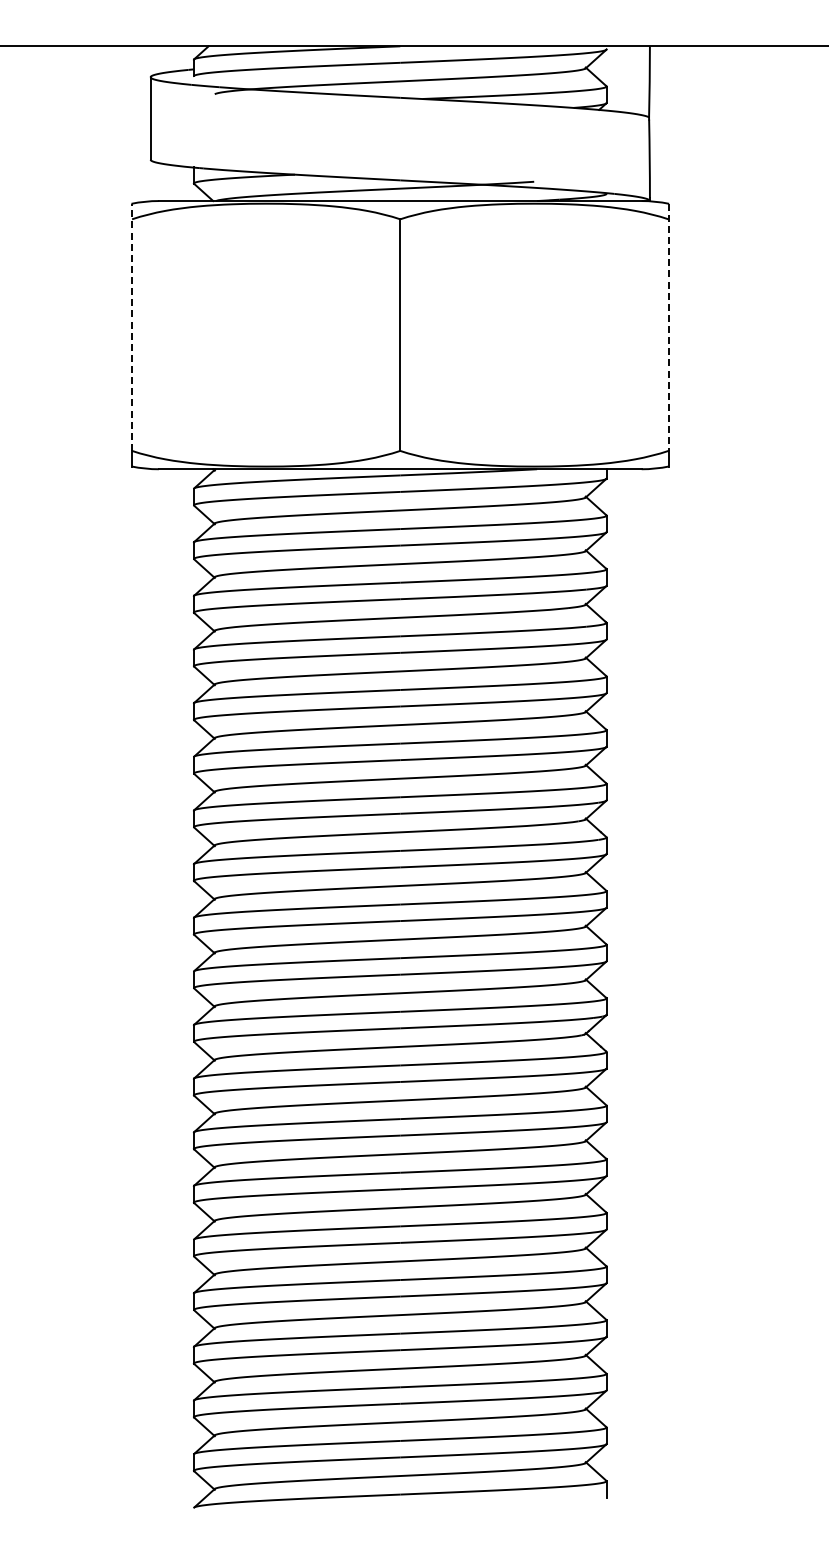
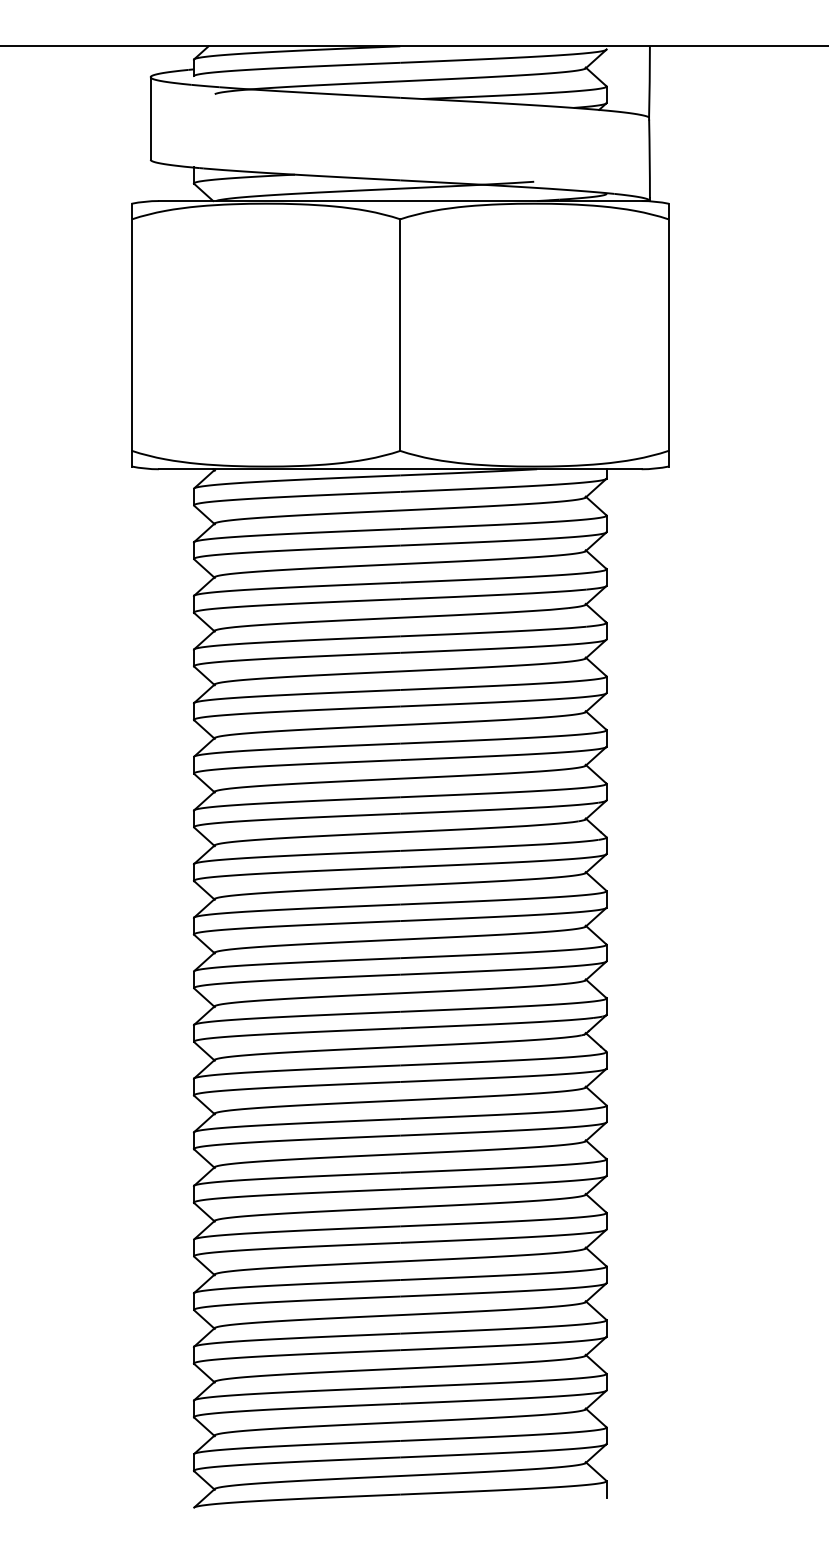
line at (132, 327): dashed -> solid
line at (668, 327): dashed -> solid
